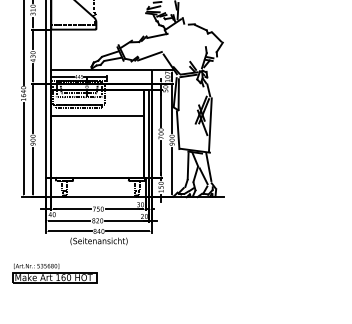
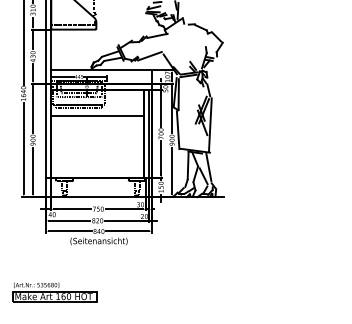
part at (54, 273) position: (54, 273) -> (54, 292)
